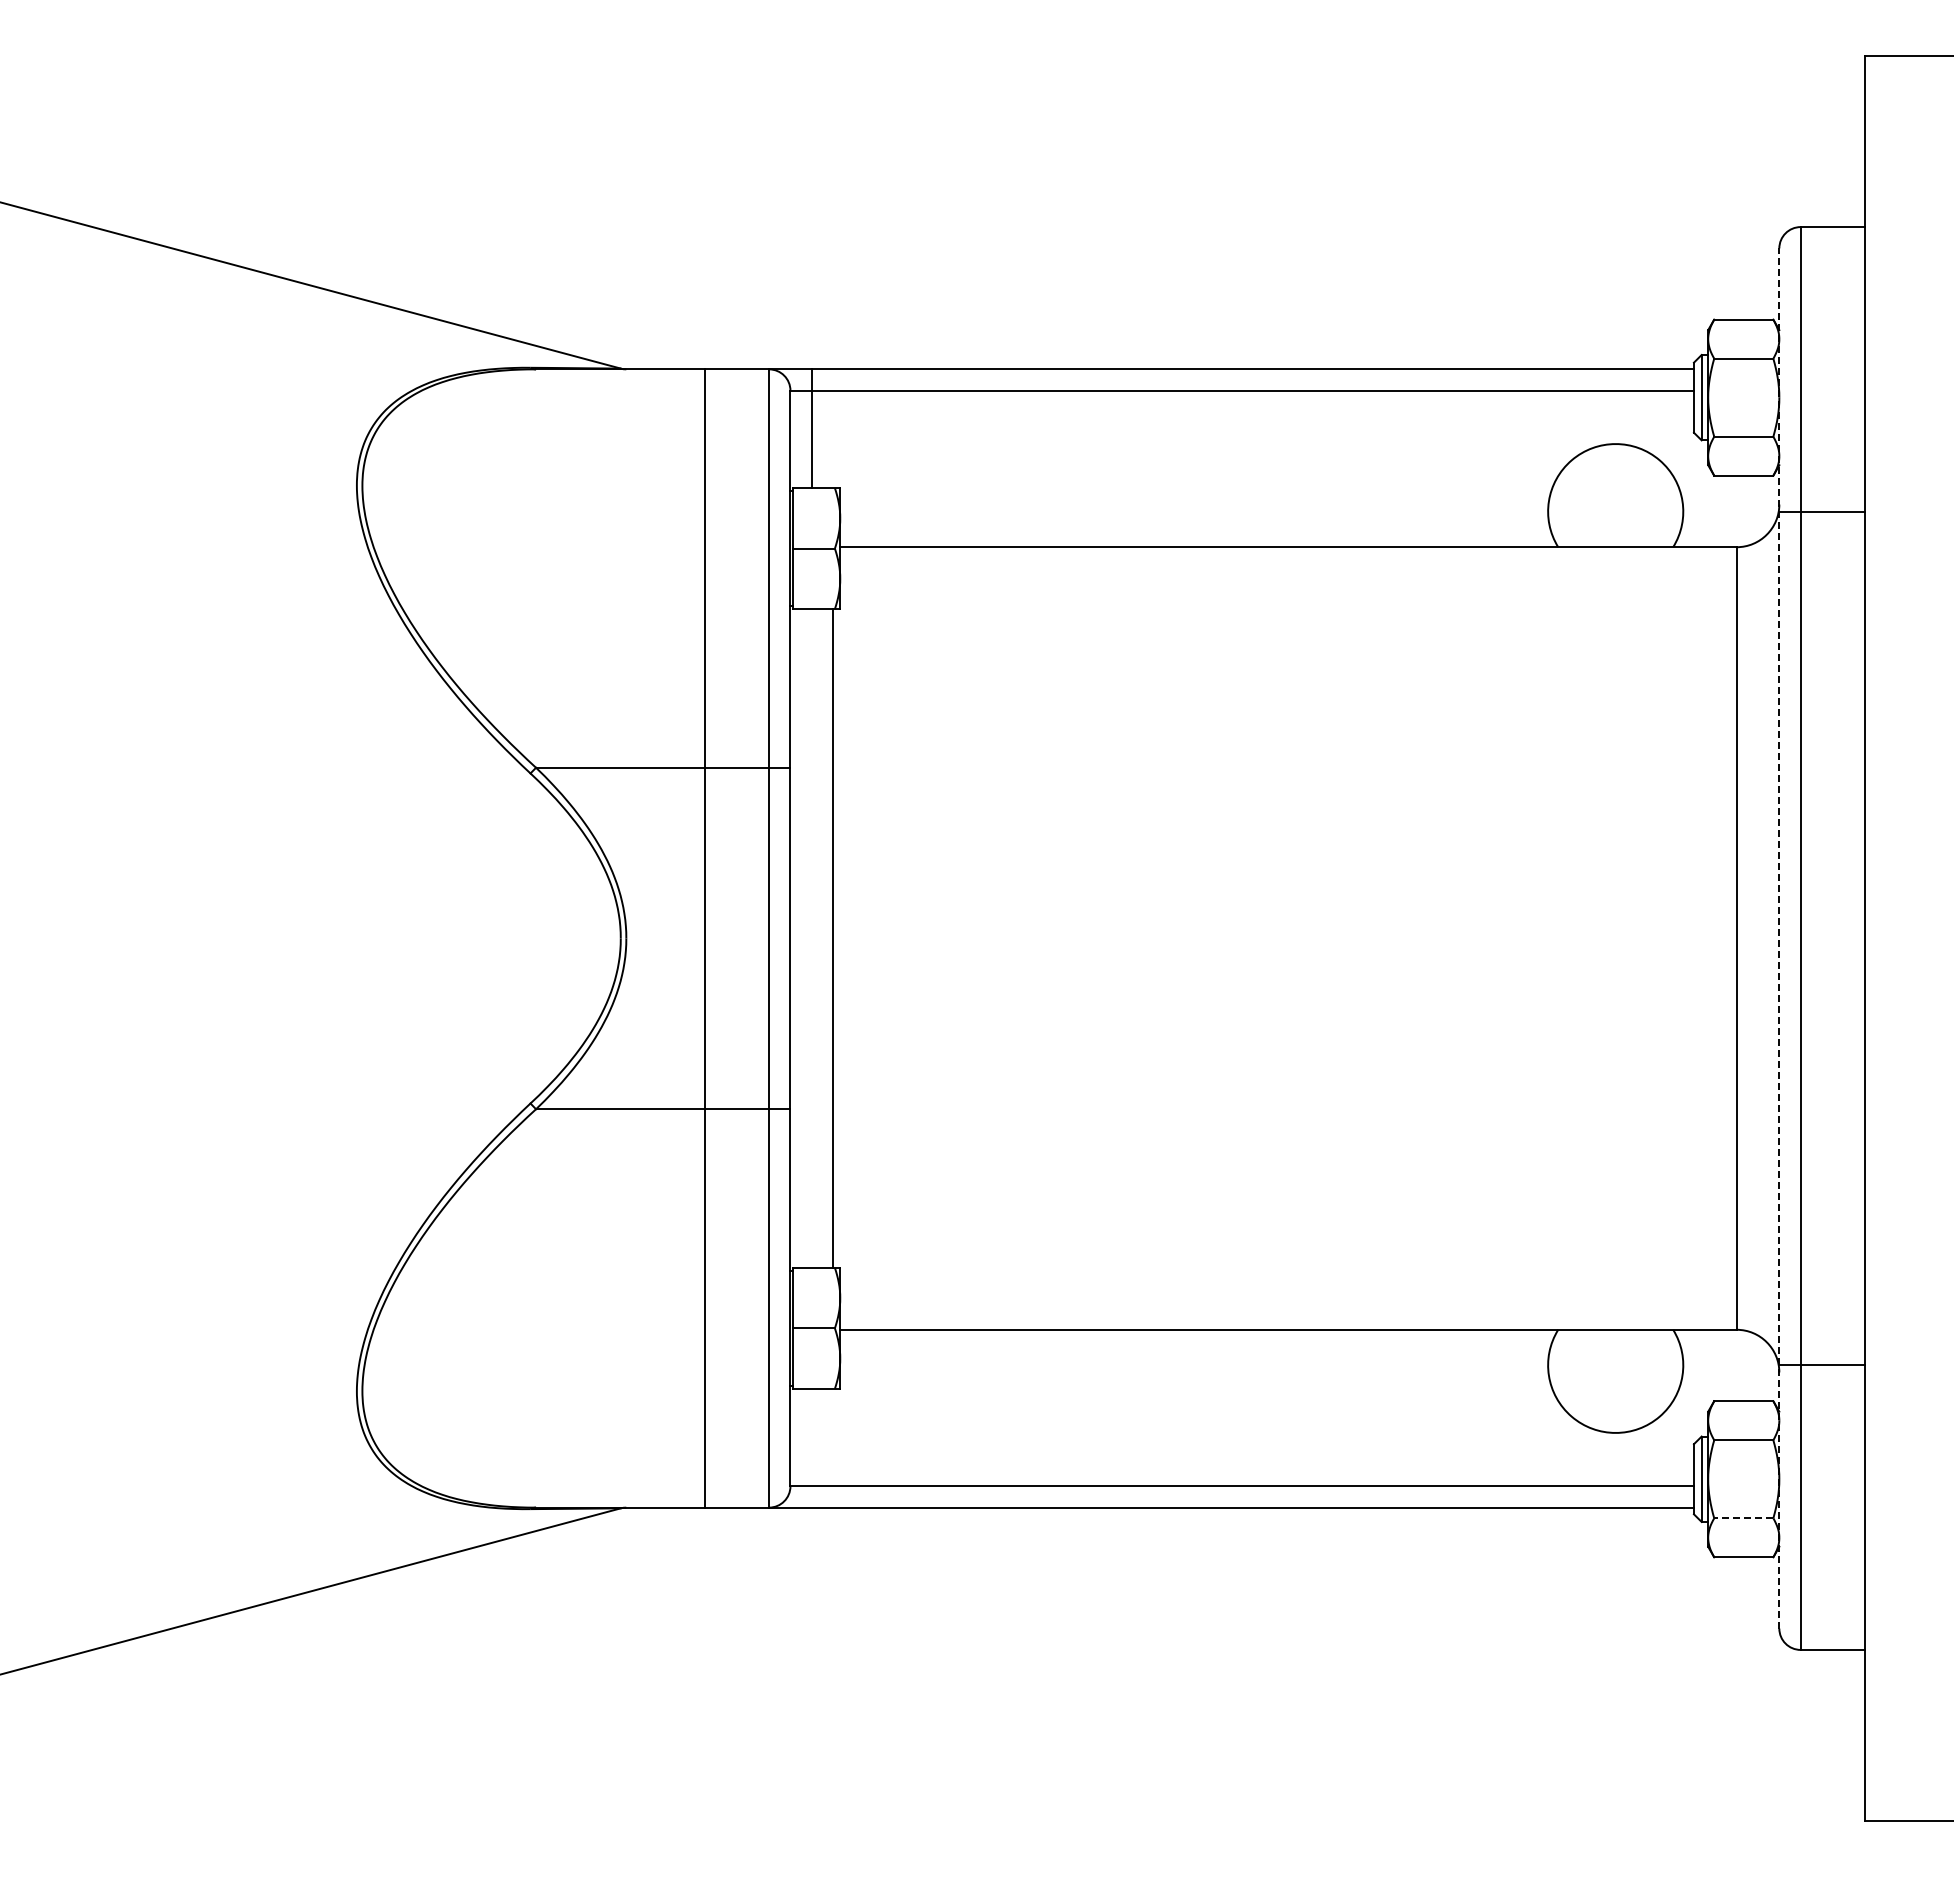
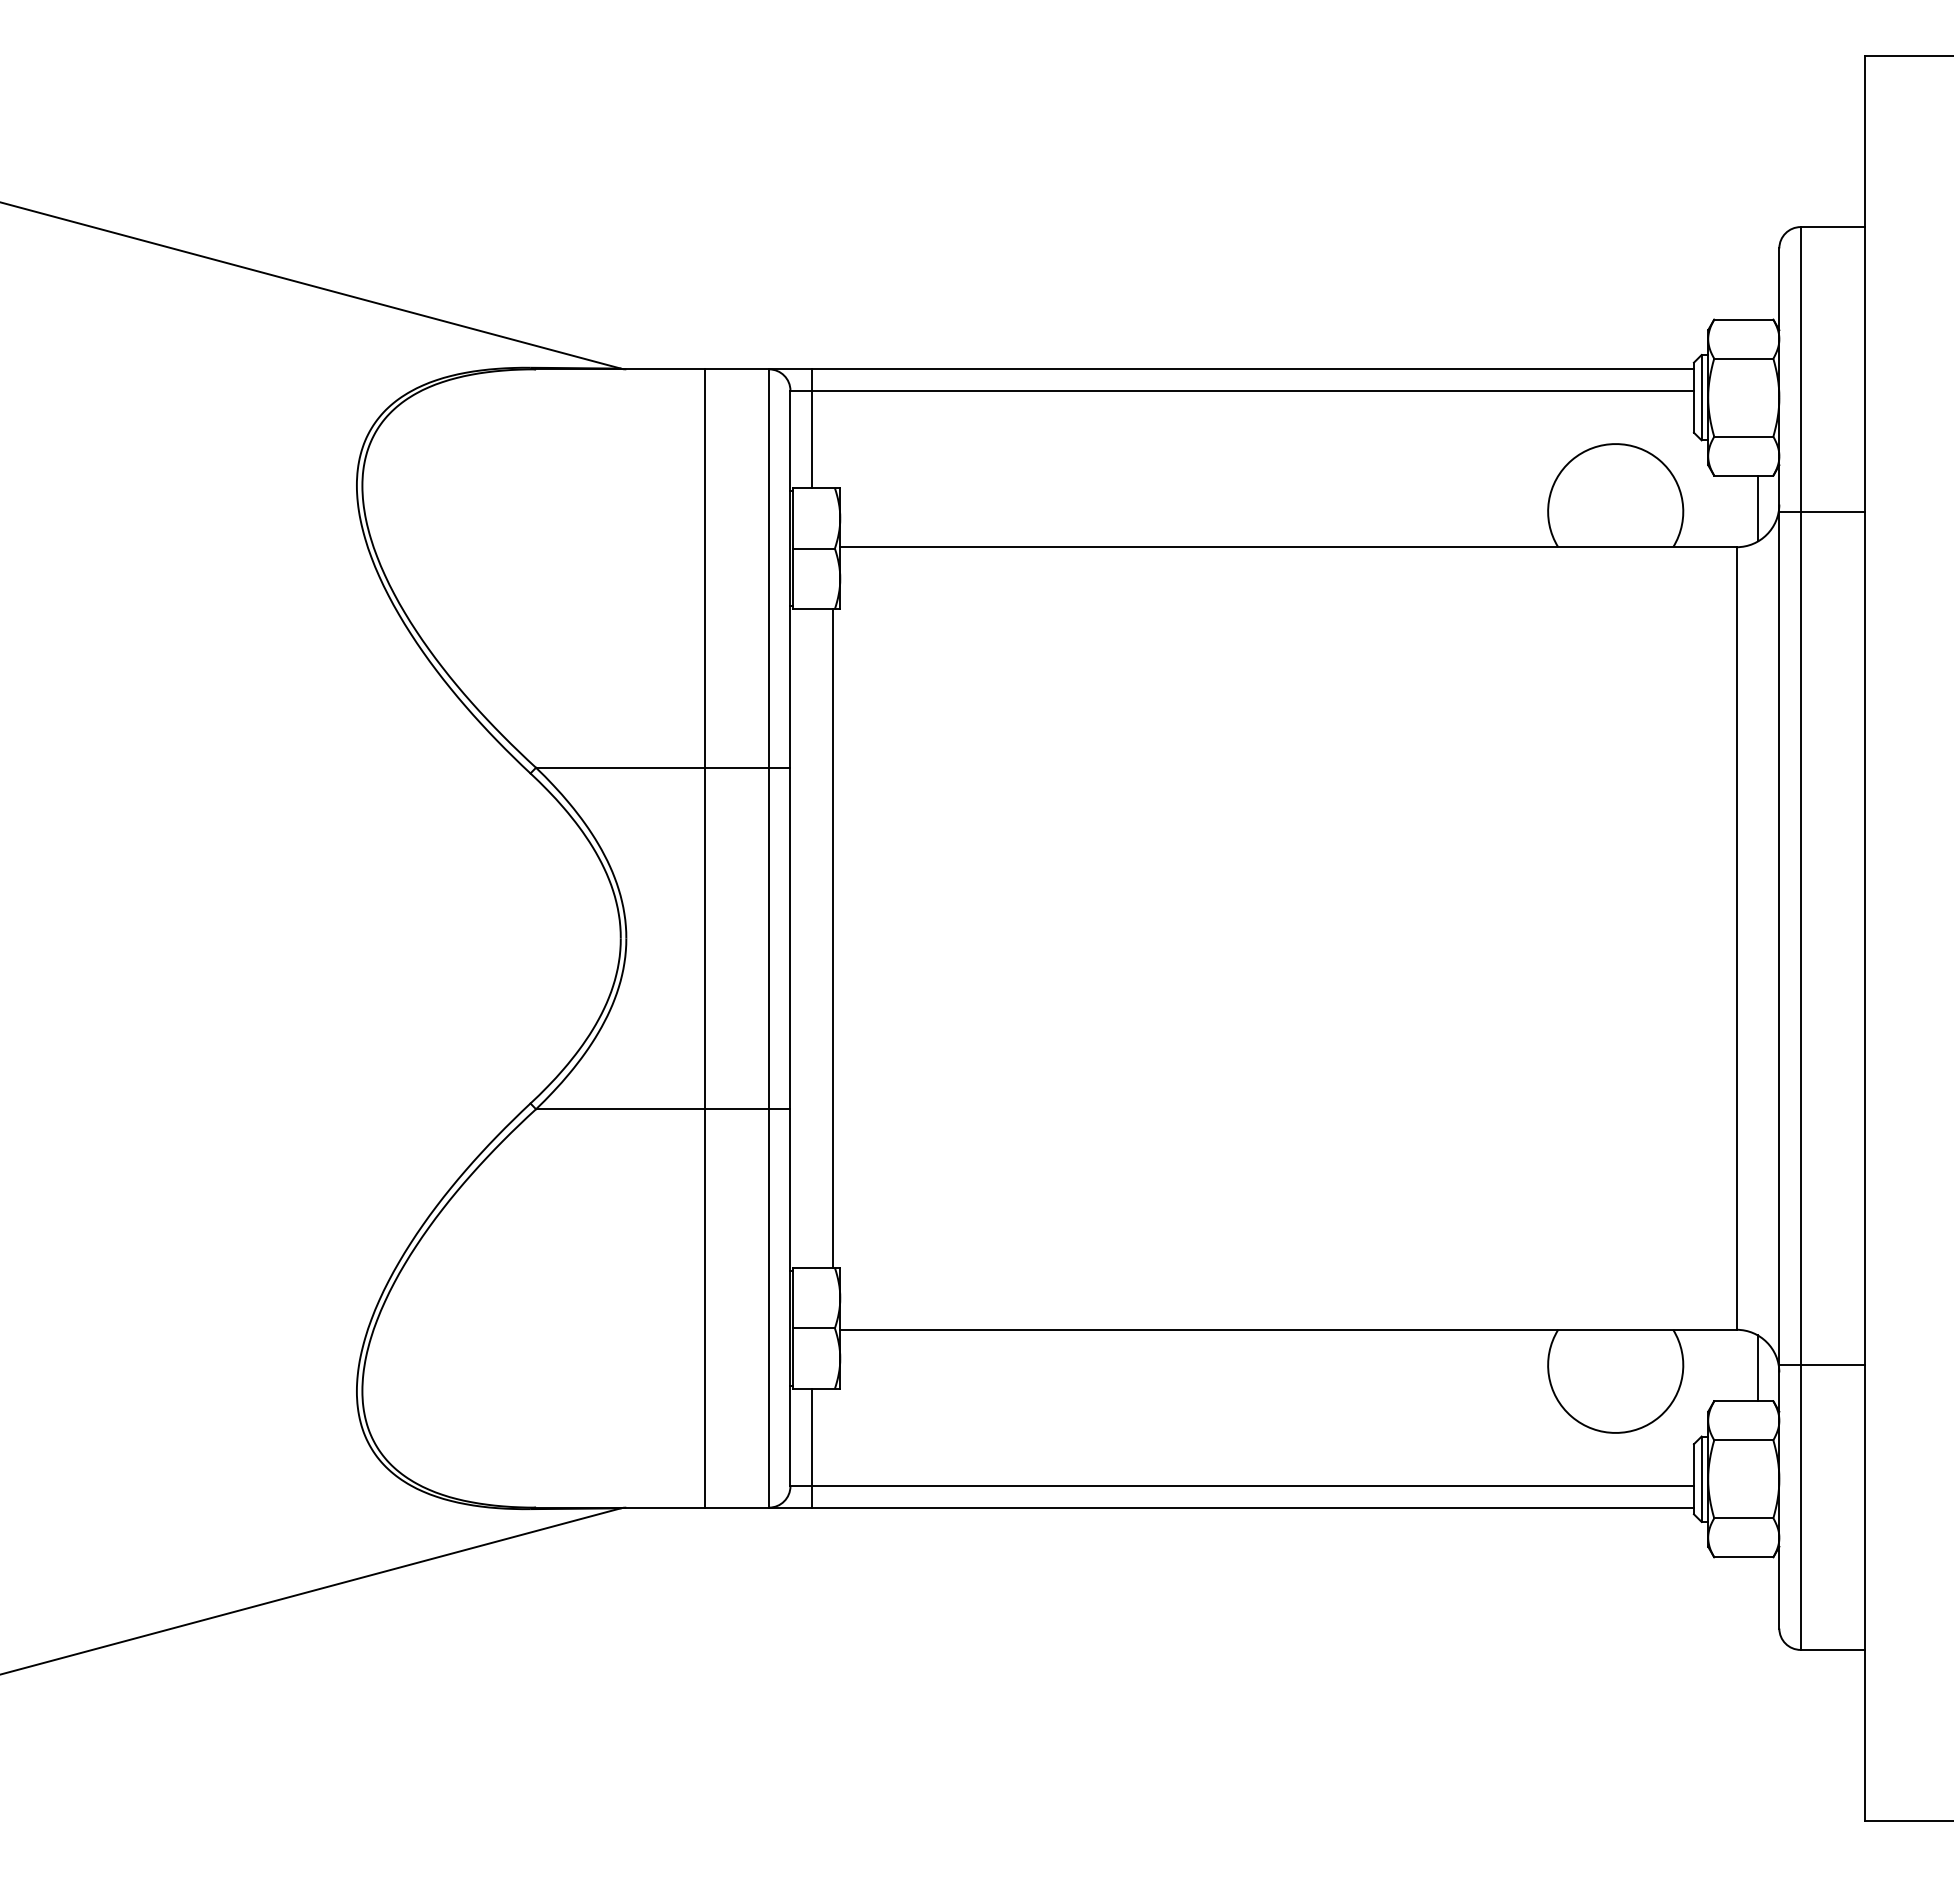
line at (1758, 508): none -> present
line at (1779, 938): dashed -> solid
line at (1758, 1368): none -> present
line at (811, 1447): none -> present
line at (1743, 1518): dashed -> solid
